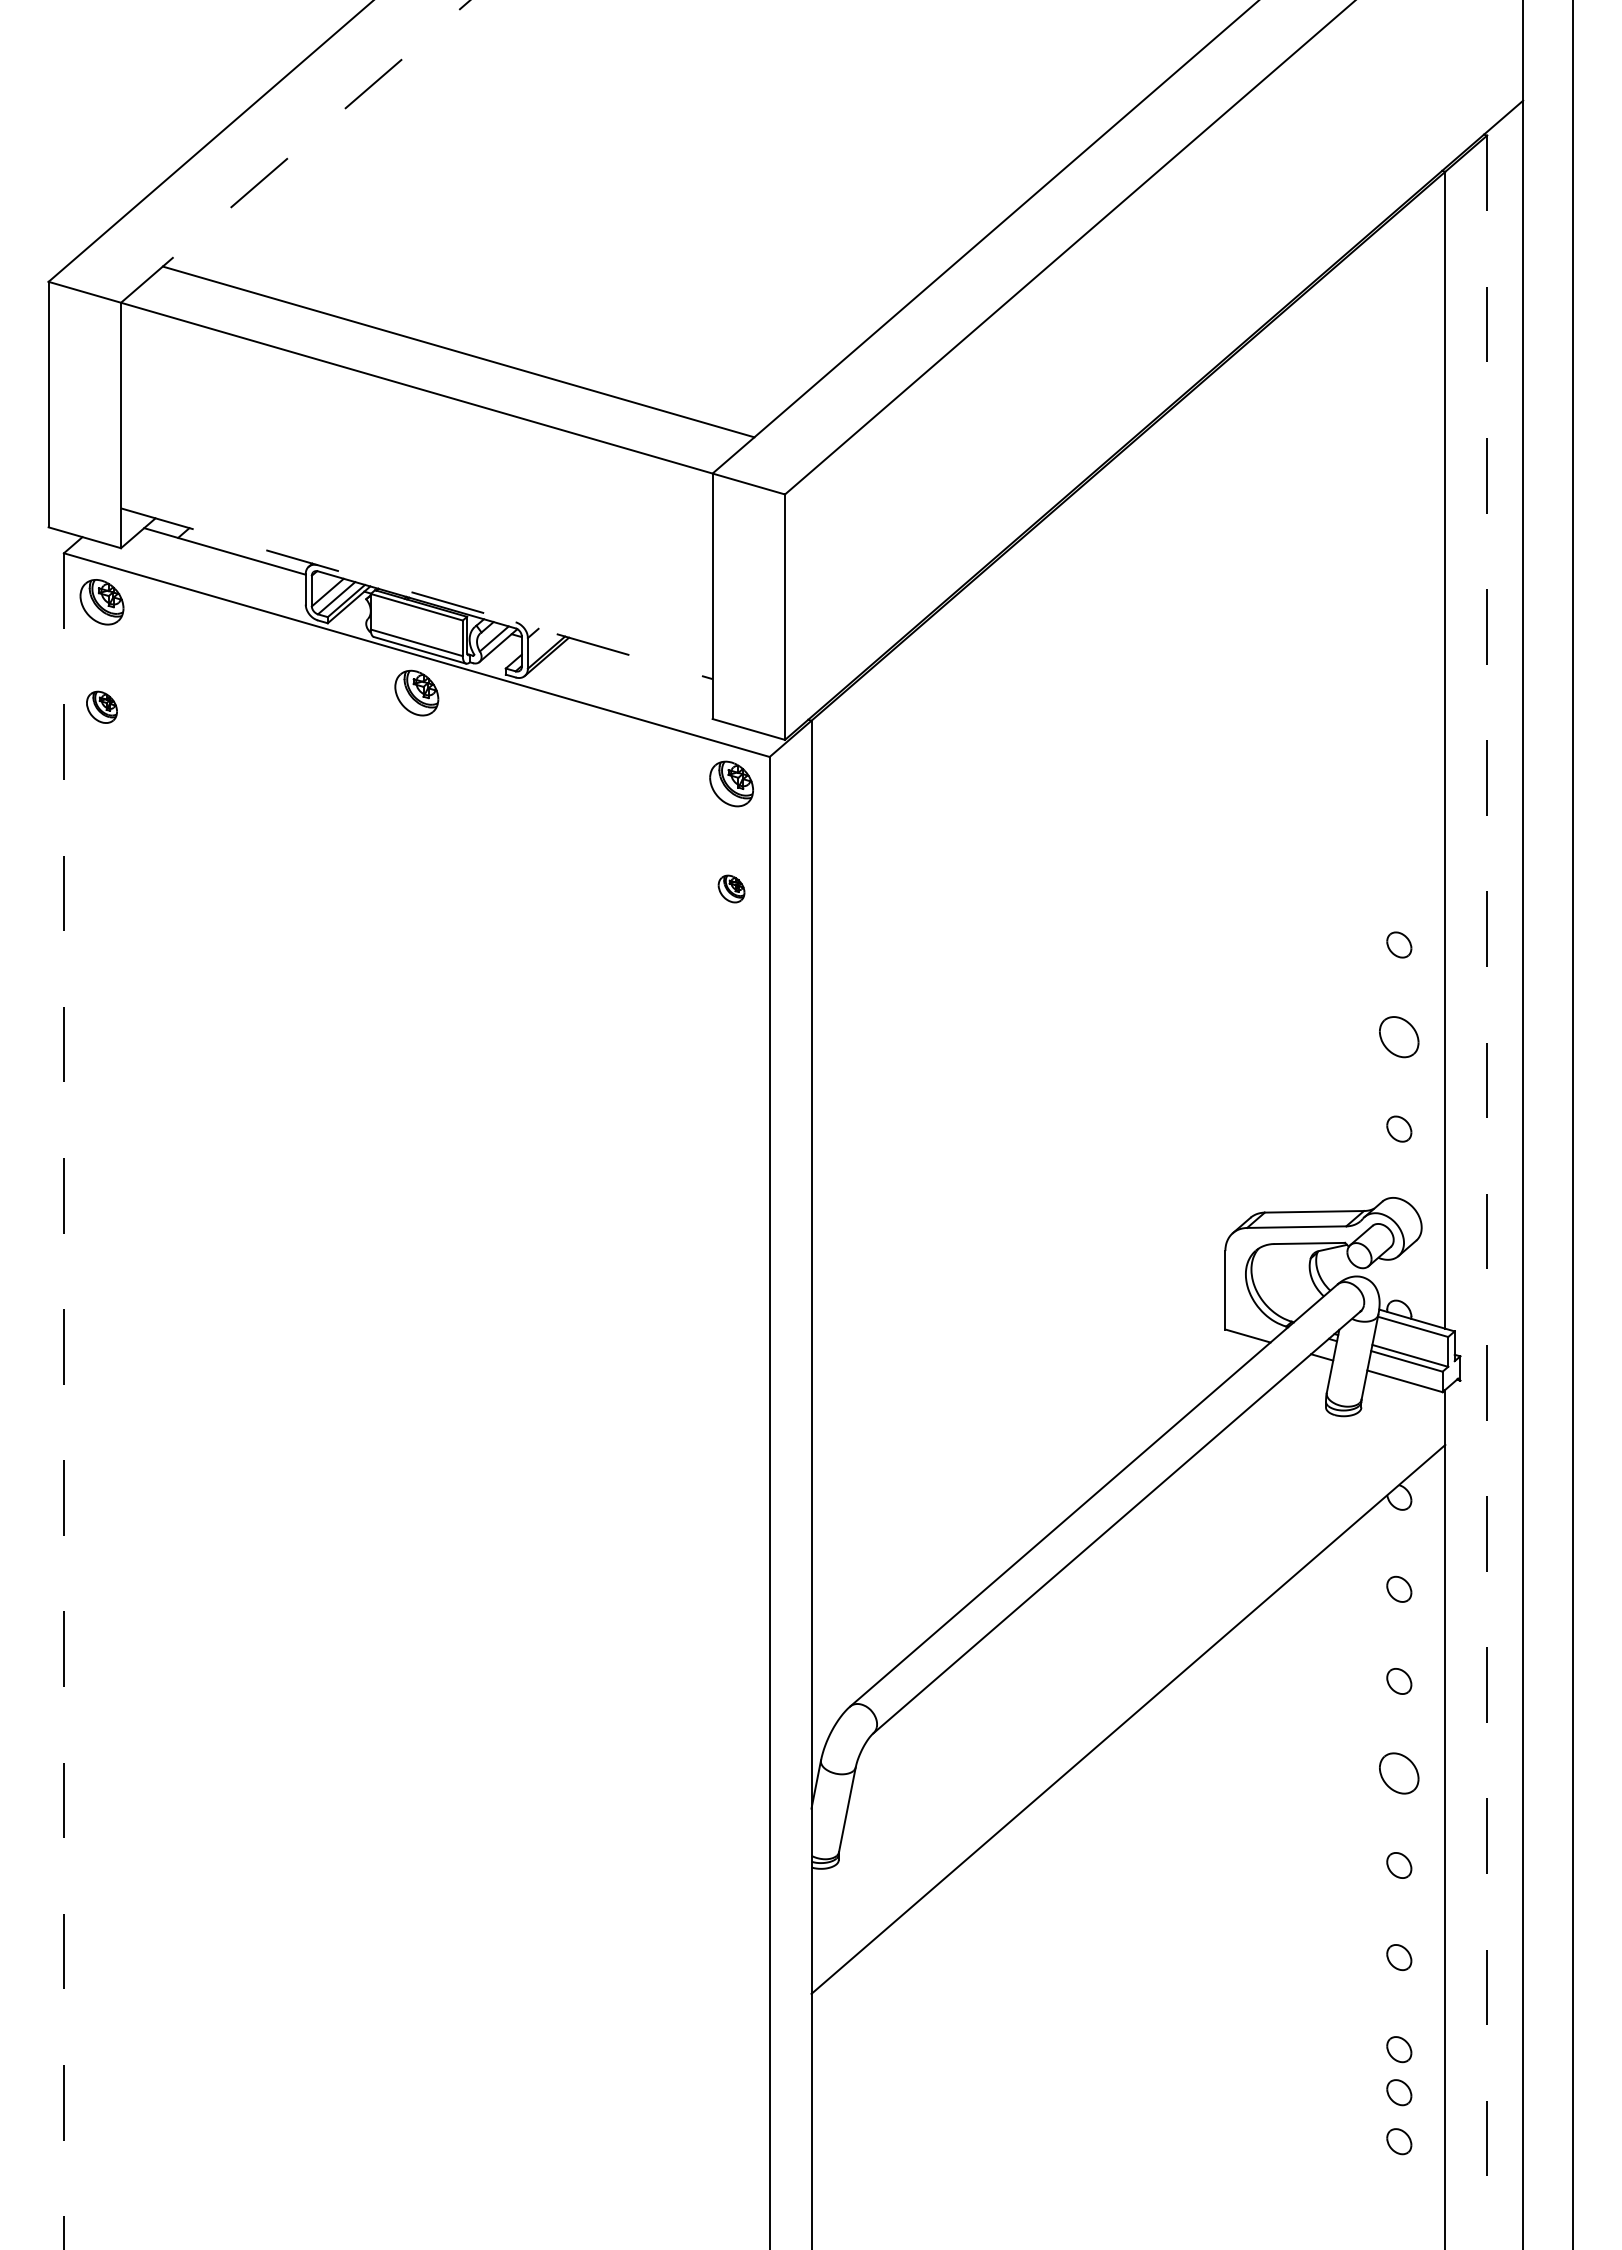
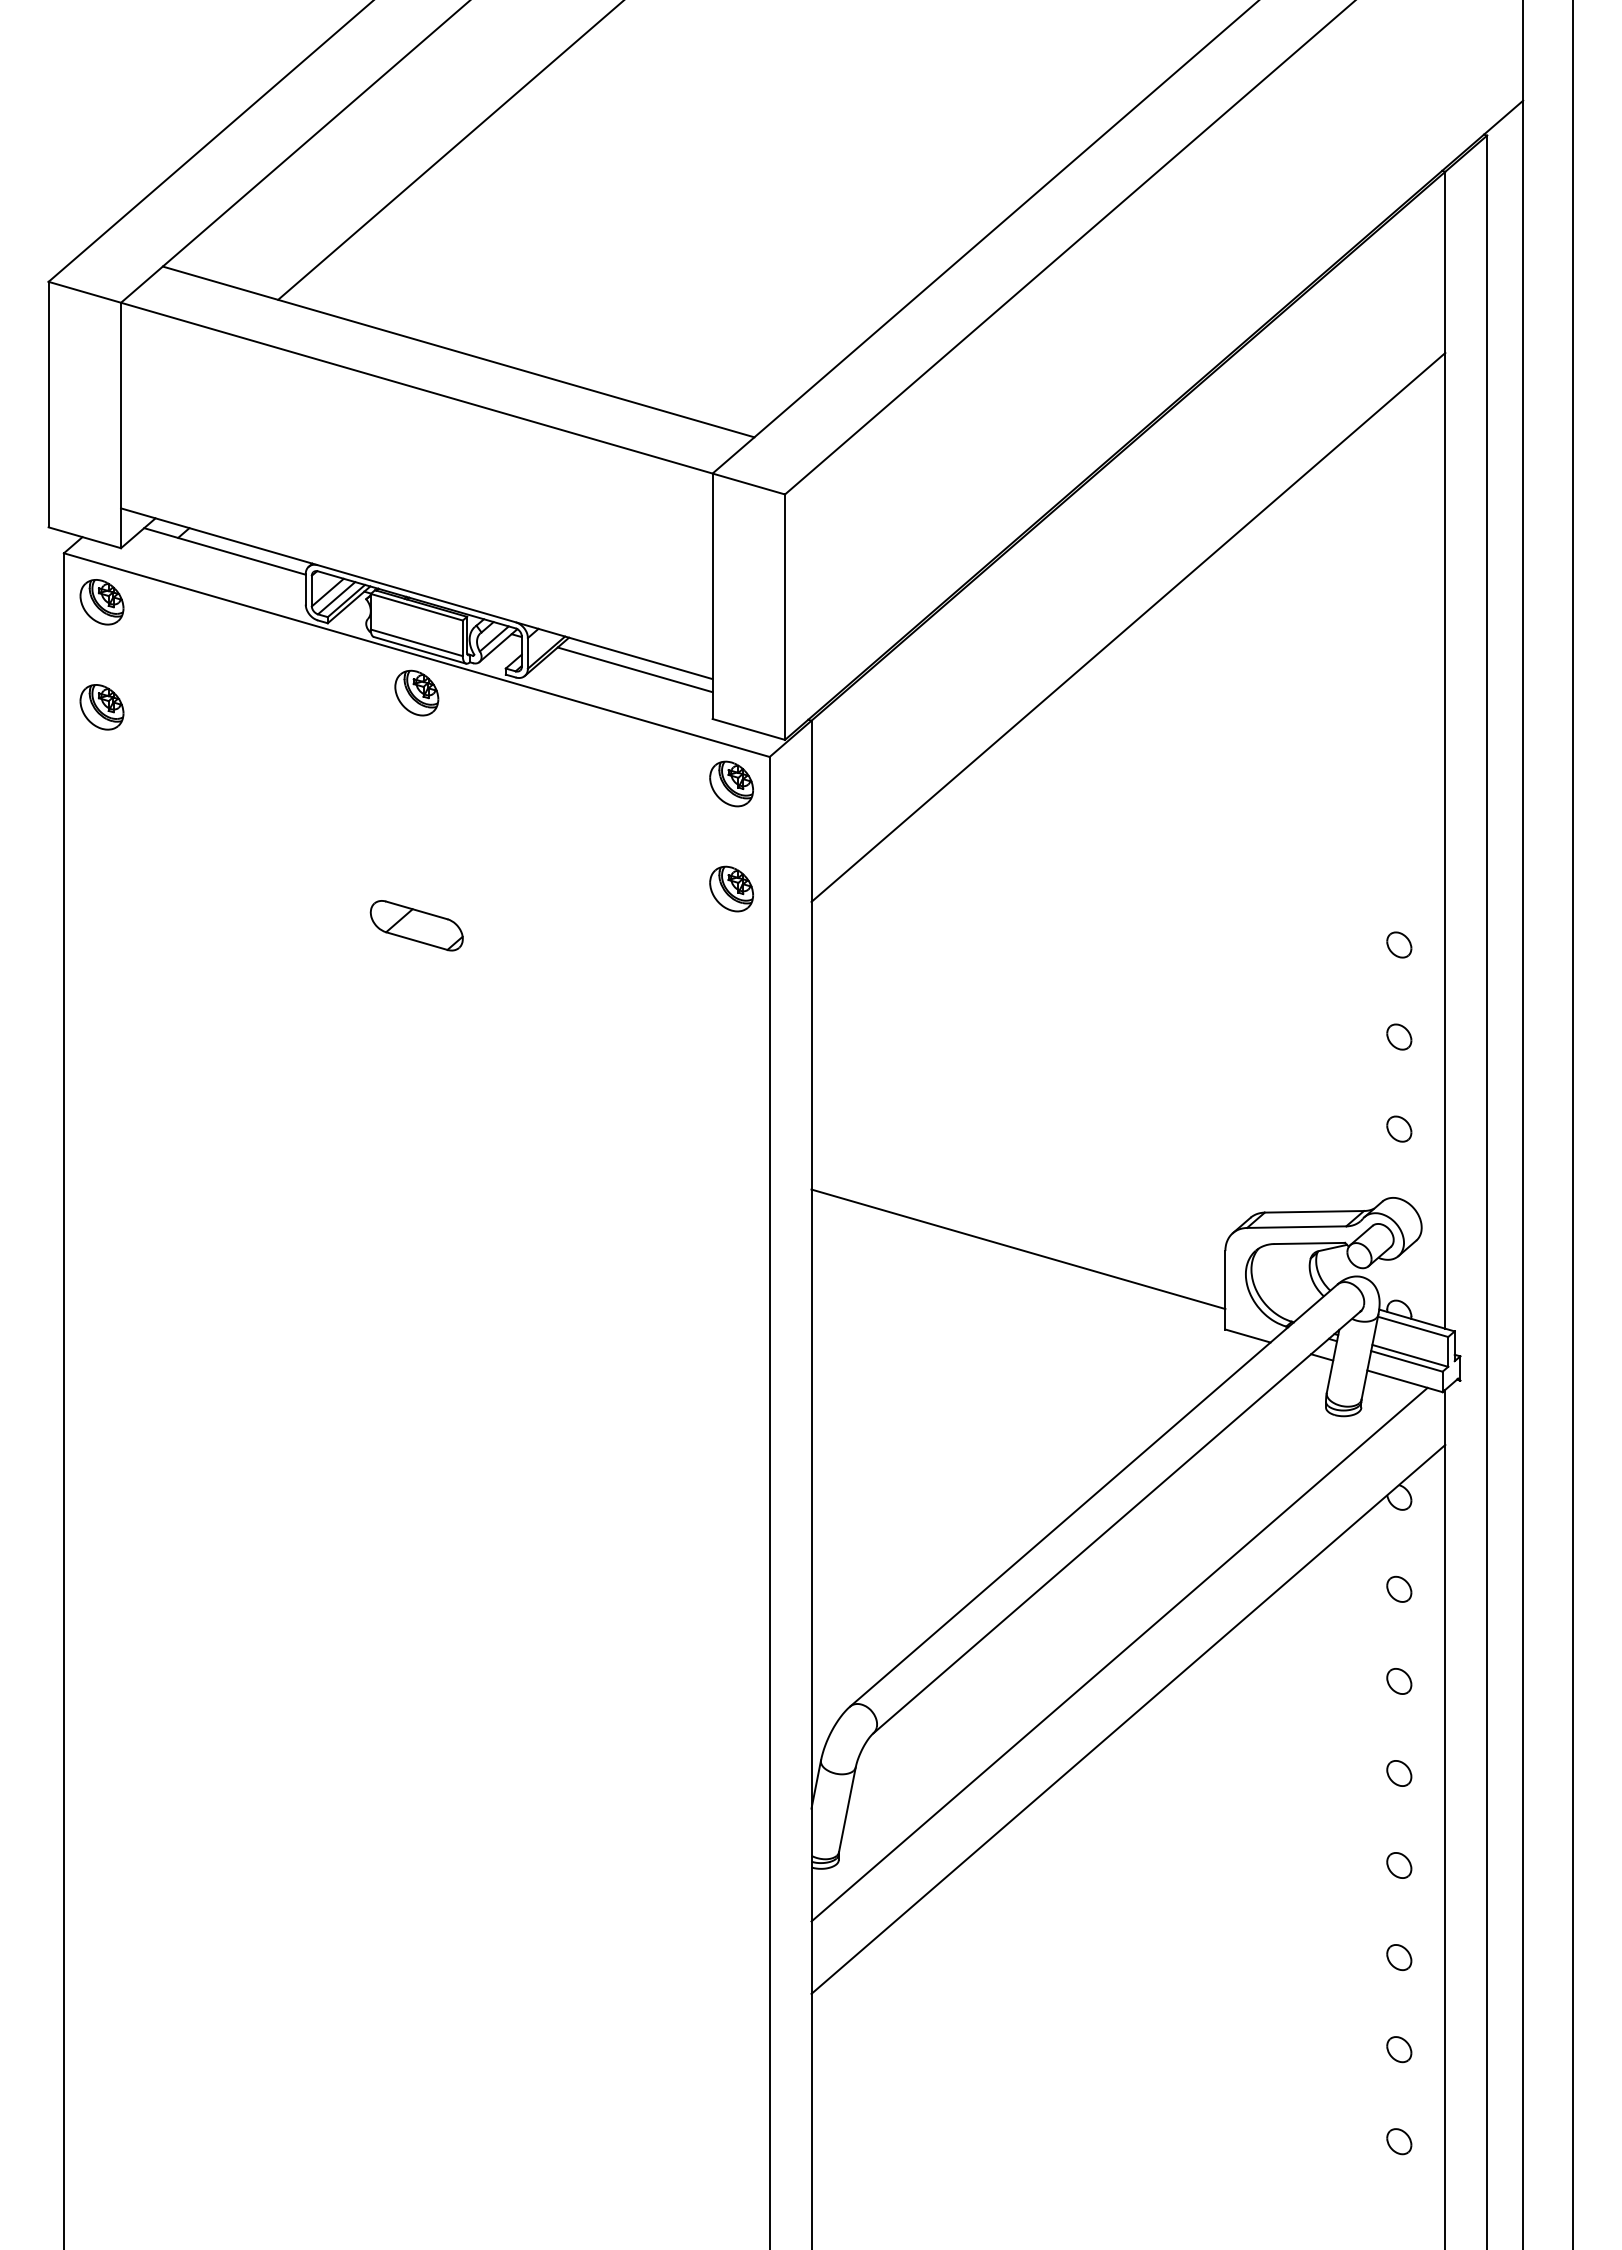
line at (449, 150): none -> present
line at (295, 151): dashed -> solid
line at (416, 593): dashed -> solid
line at (1128, 626): none -> present
line at (634, 669): none -> present
part at (101, 706) size: 32x34 px -> 46x47 px
part at (731, 888) size: 29x30 px -> 45x48 px
part at (416, 925): none -> present
part at (1399, 1037) size: 41x43 px -> 27x28 px
line at (1487, 1192): dashed -> solid
line at (1018, 1249): none -> present
line at (63, 1402): dashed -> solid
line at (1119, 1654): none -> present
part at (1399, 1773) size: 41x43 px -> 27x27 px
part at (1399, 2092): present -> none
